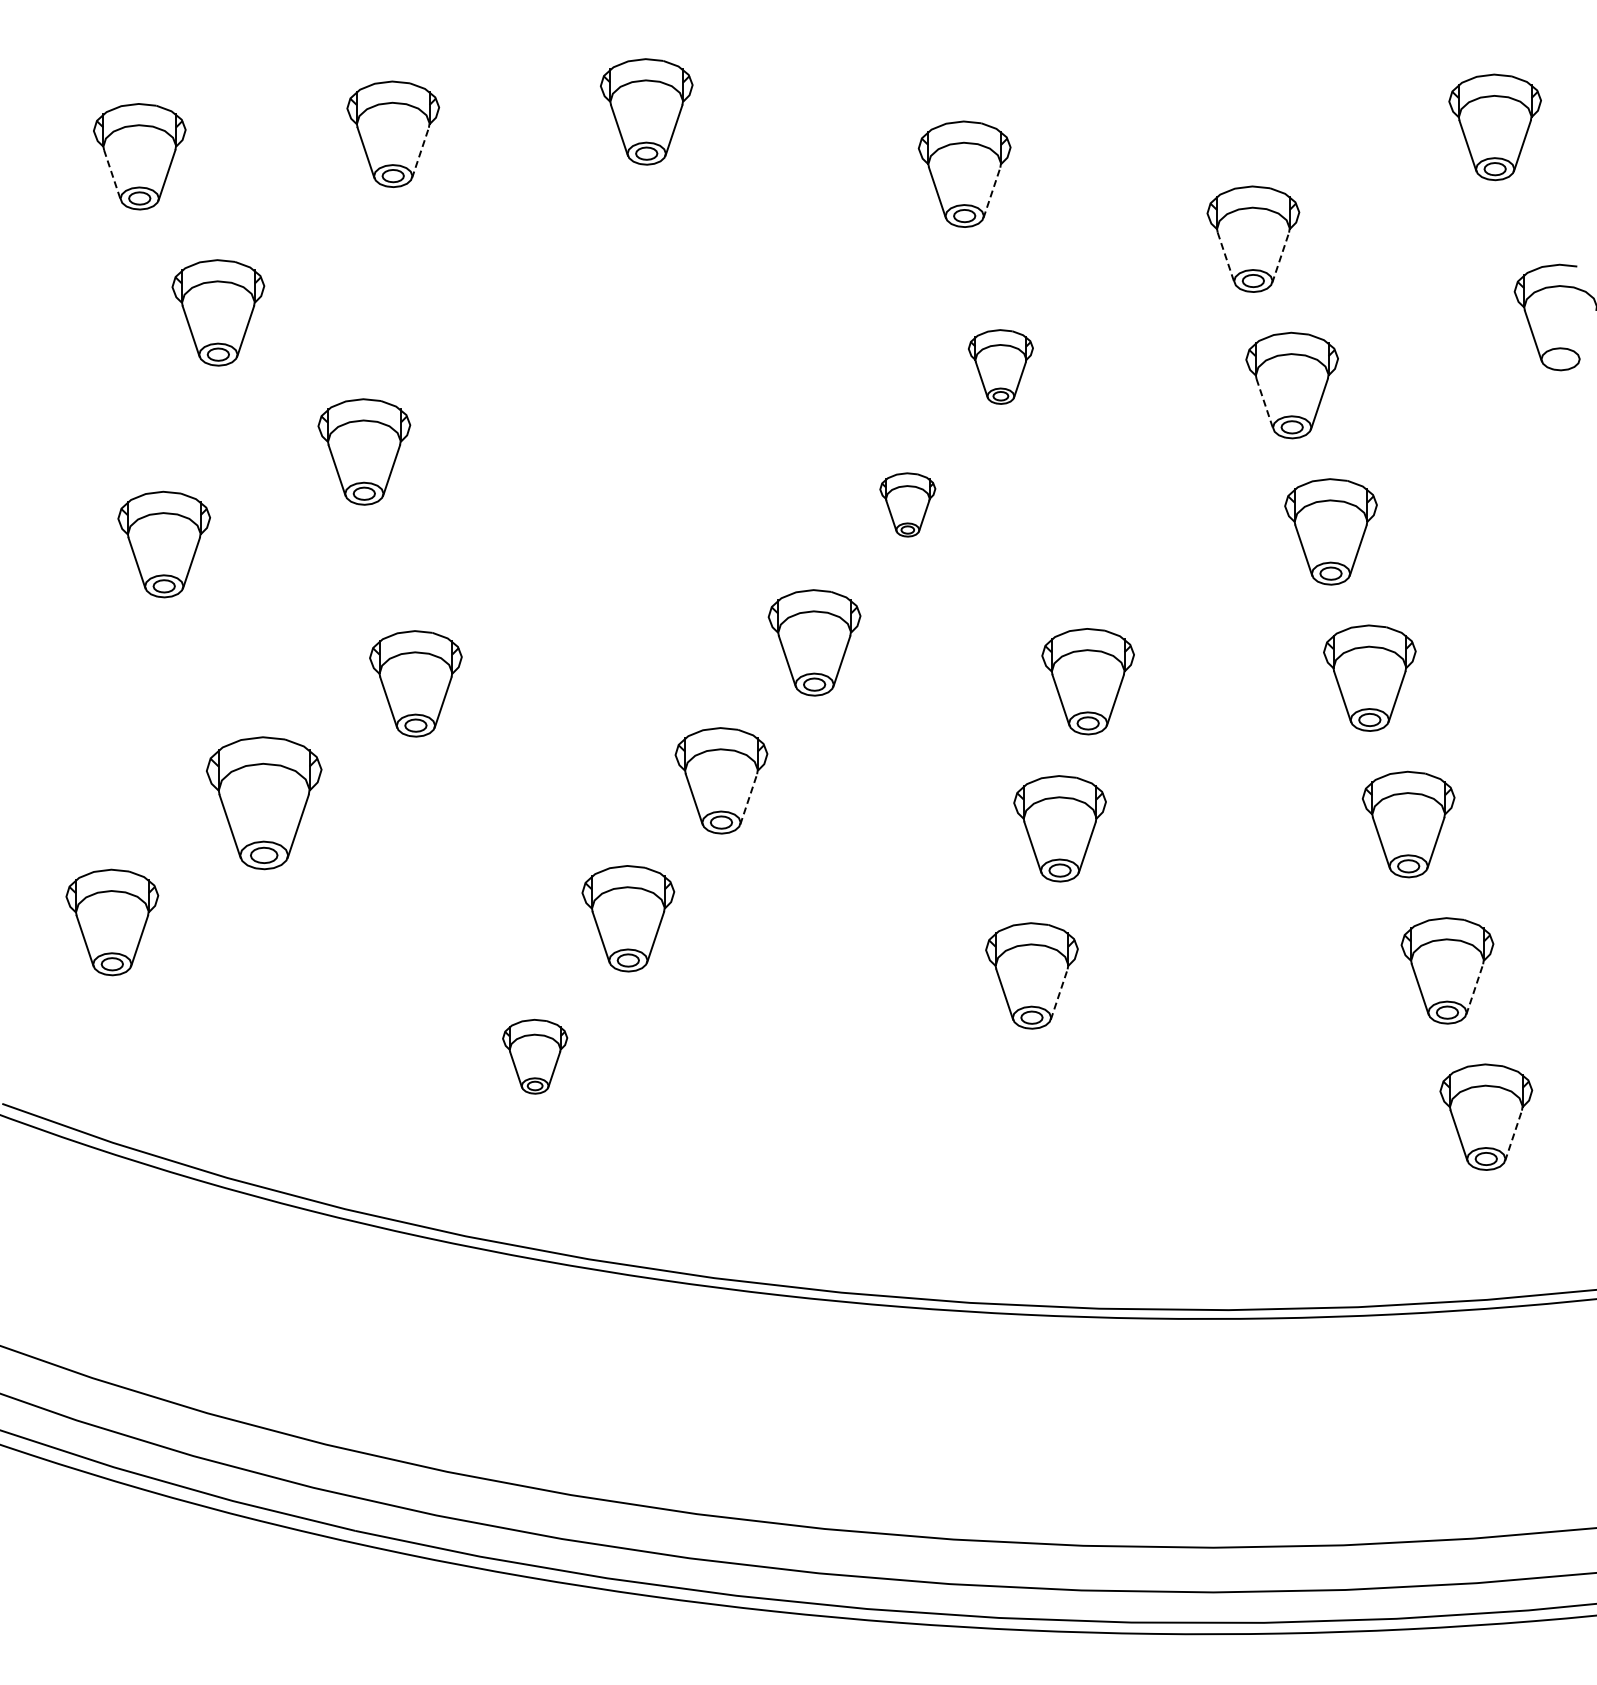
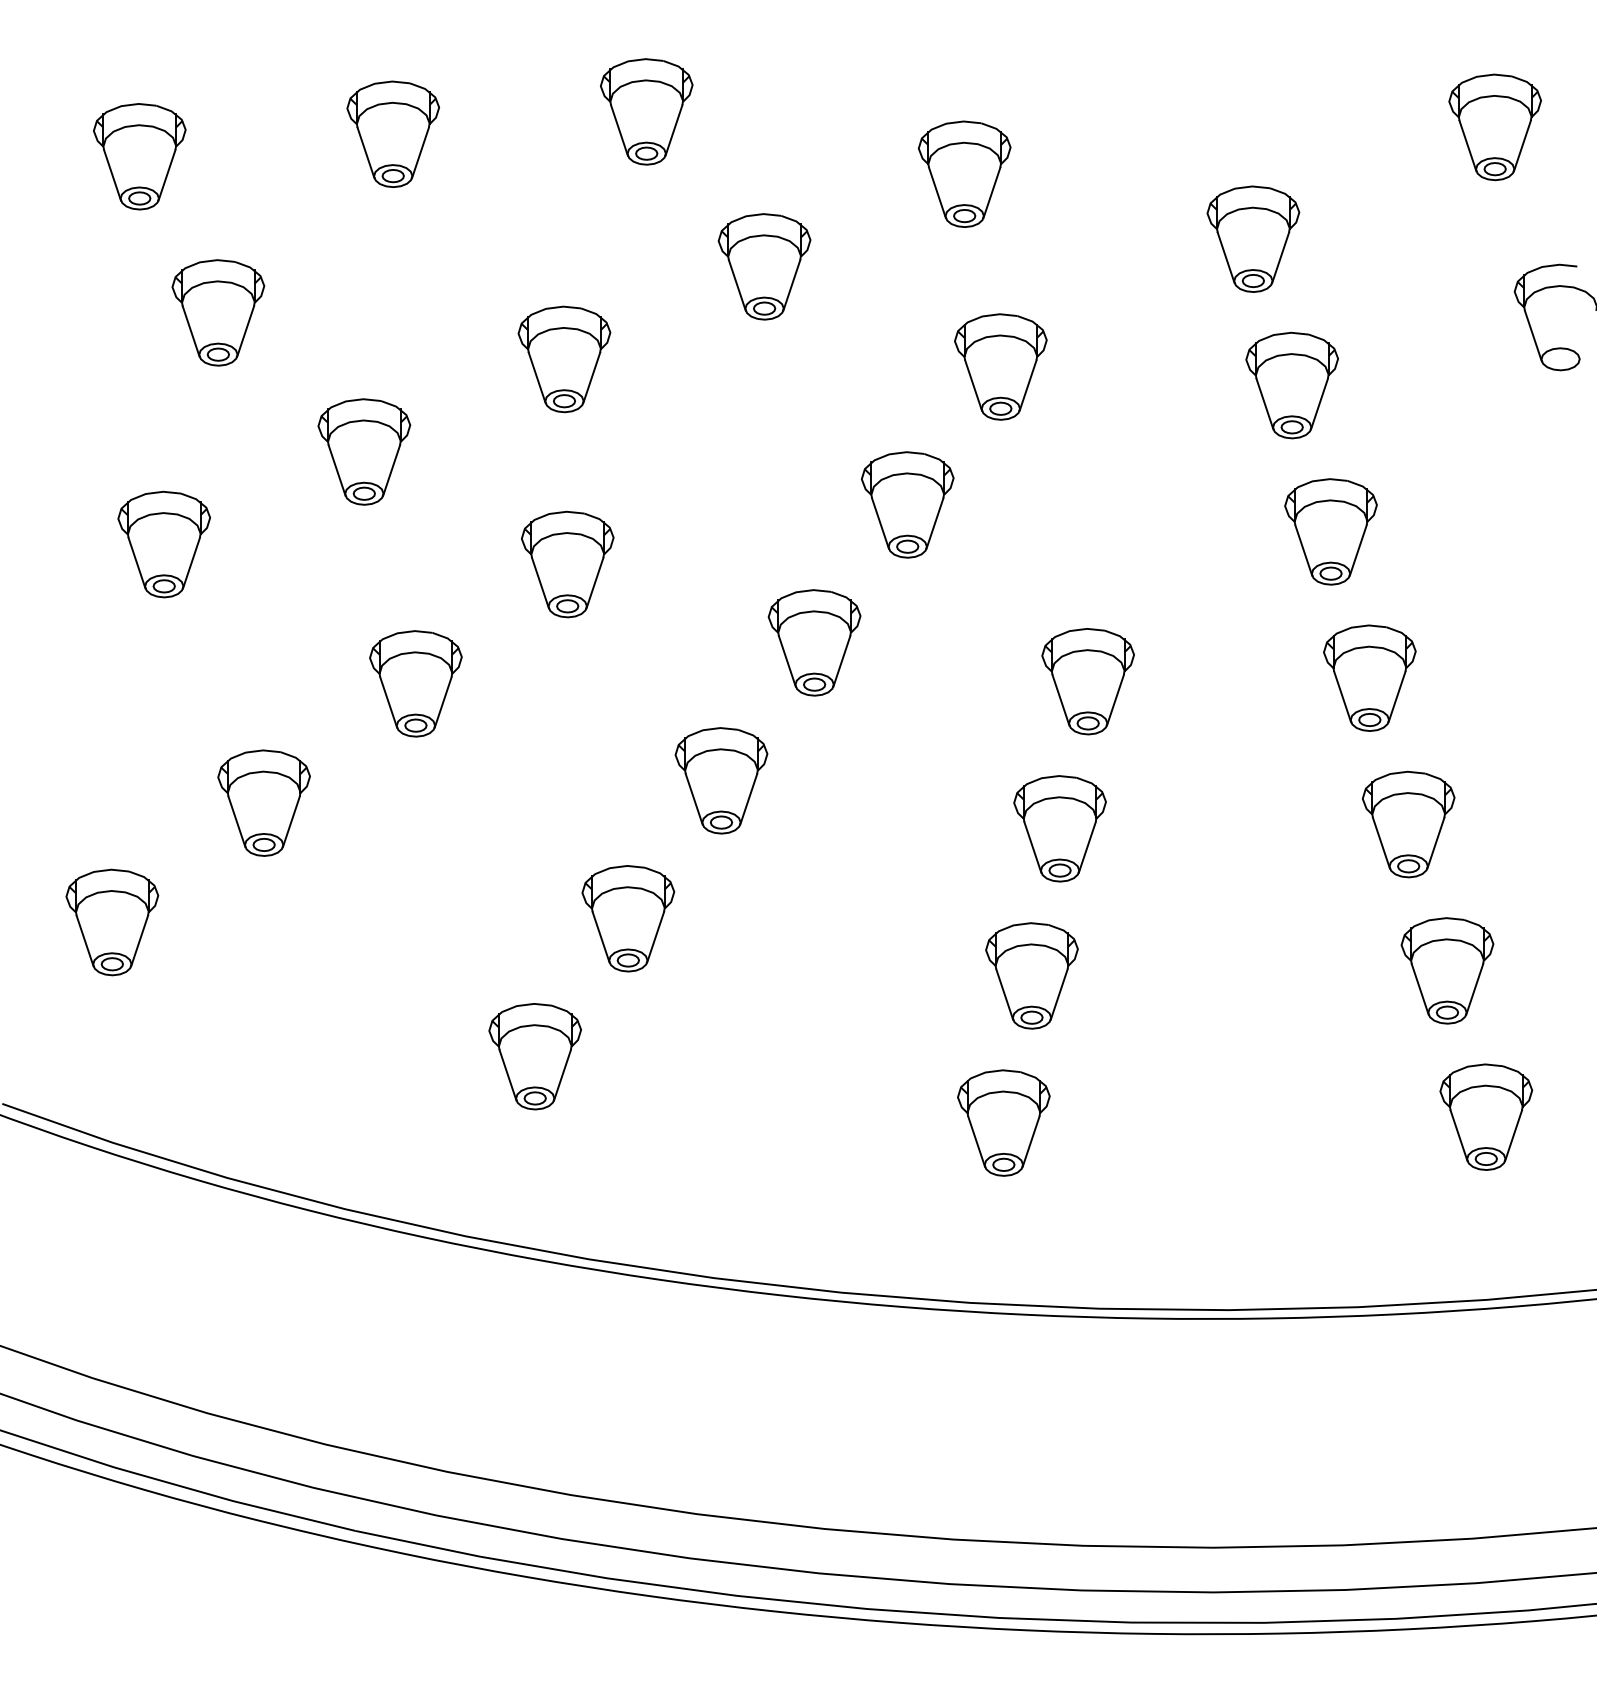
line at (420, 152): dashed -> solid
line at (112, 175): dashed -> solid
line at (991, 192): dashed -> solid
line at (1226, 257): dashed -> solid
line at (1280, 257): dashed -> solid
part at (764, 266): none -> present
part at (564, 359): none -> present
part at (1000, 366) size: 66x76 px -> 94x108 px
line at (1264, 404): dashed -> solid
part at (907, 504) size: 58x66 px -> 94x108 px
part at (567, 564): none -> present
line at (748, 799): dashed -> solid
part at (264, 803) size: 117x135 px -> 94x108 px
line at (1474, 989): dashed -> solid
line at (1059, 994): dashed -> solid
part at (535, 1056) size: 67x76 px -> 94x108 px
part at (1003, 1122): none -> present
line at (1513, 1135): dashed -> solid
